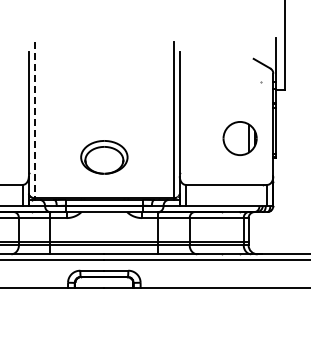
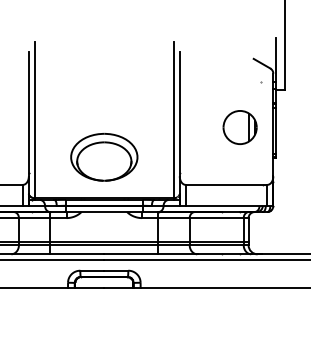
line at (34, 120): dashed -> solid
part at (239, 138) position: (239, 138) -> (239, 127)
part at (104, 157) size: 49x35 px -> 69x49 px
